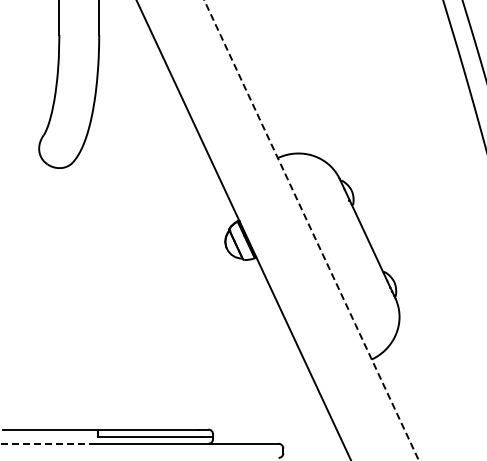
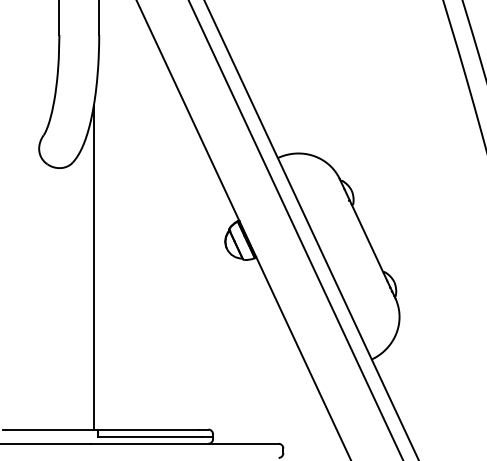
line at (295, 229): none -> present
line at (311, 230): dashed -> solid
line at (93, 267): none -> present
line at (46, 443): dashed -> solid
